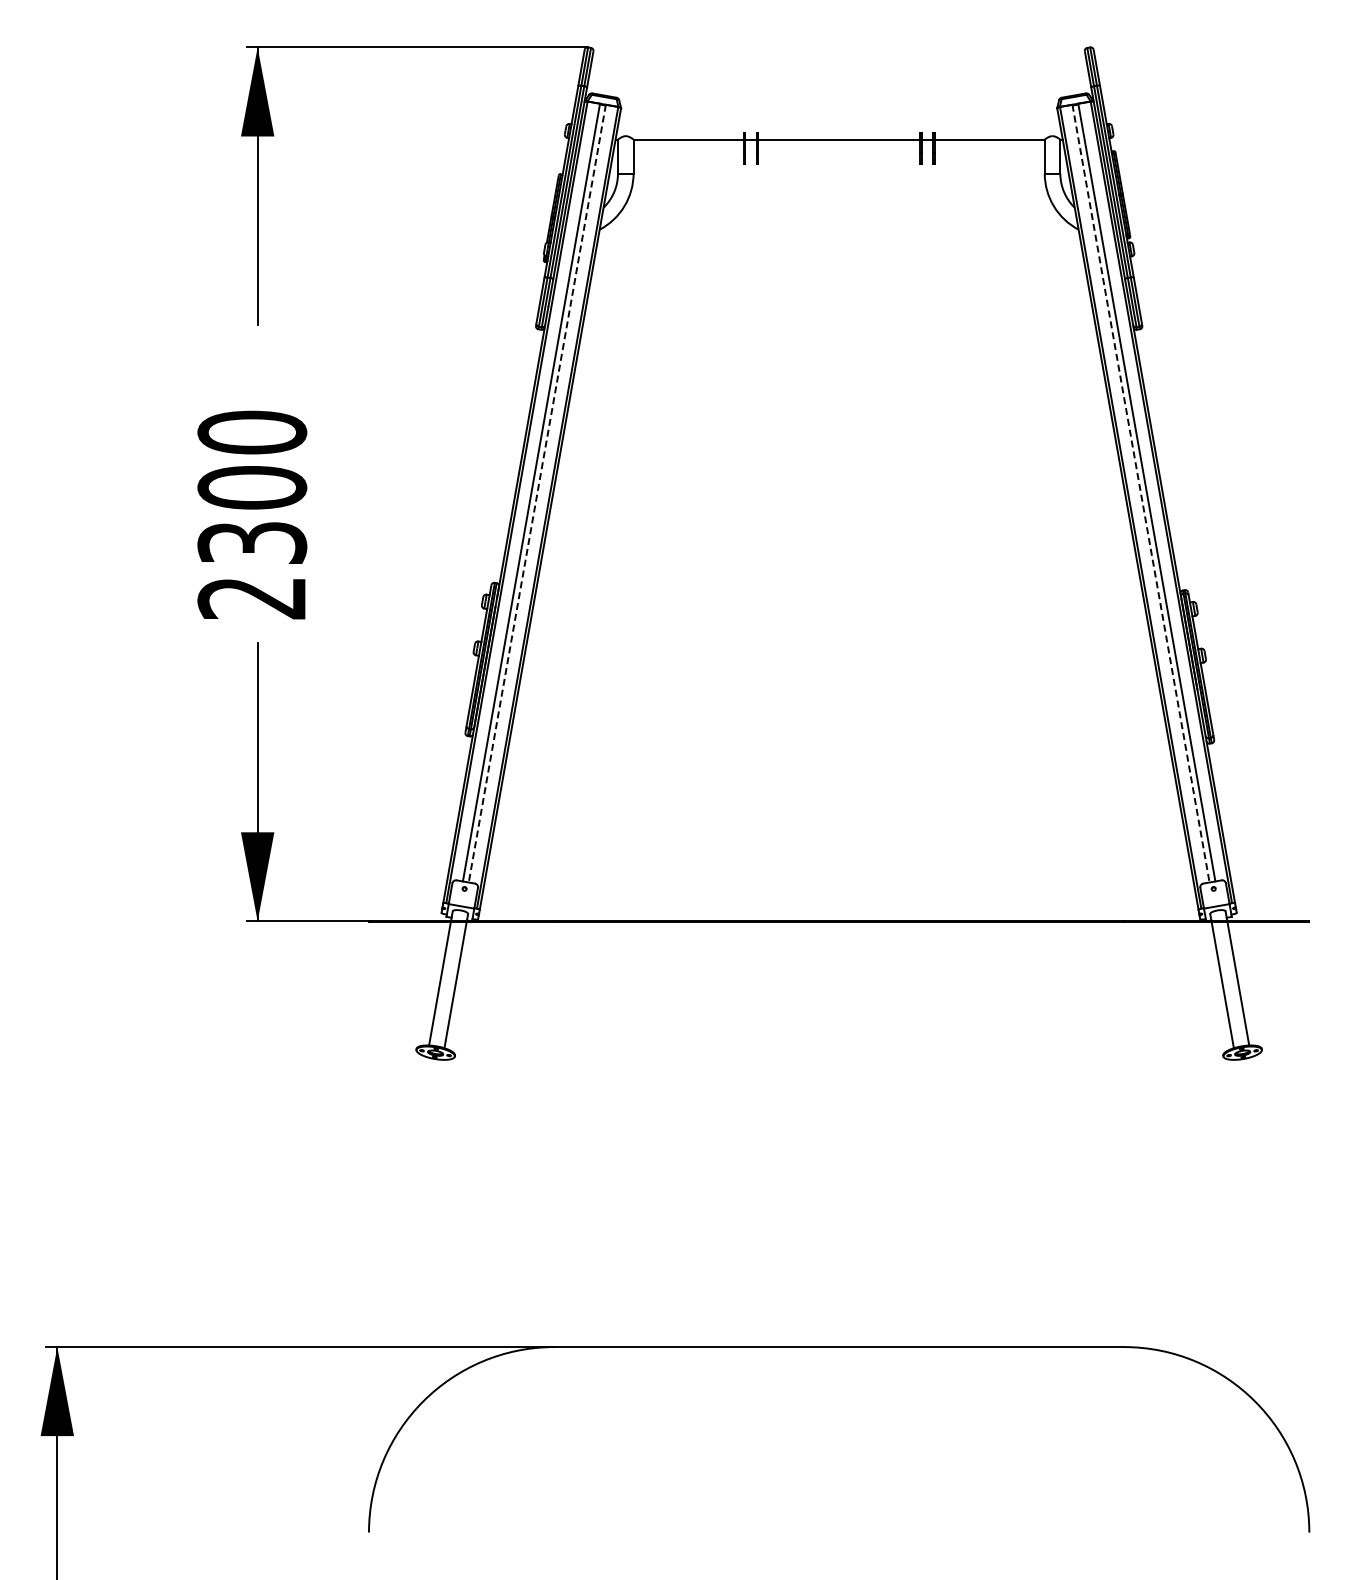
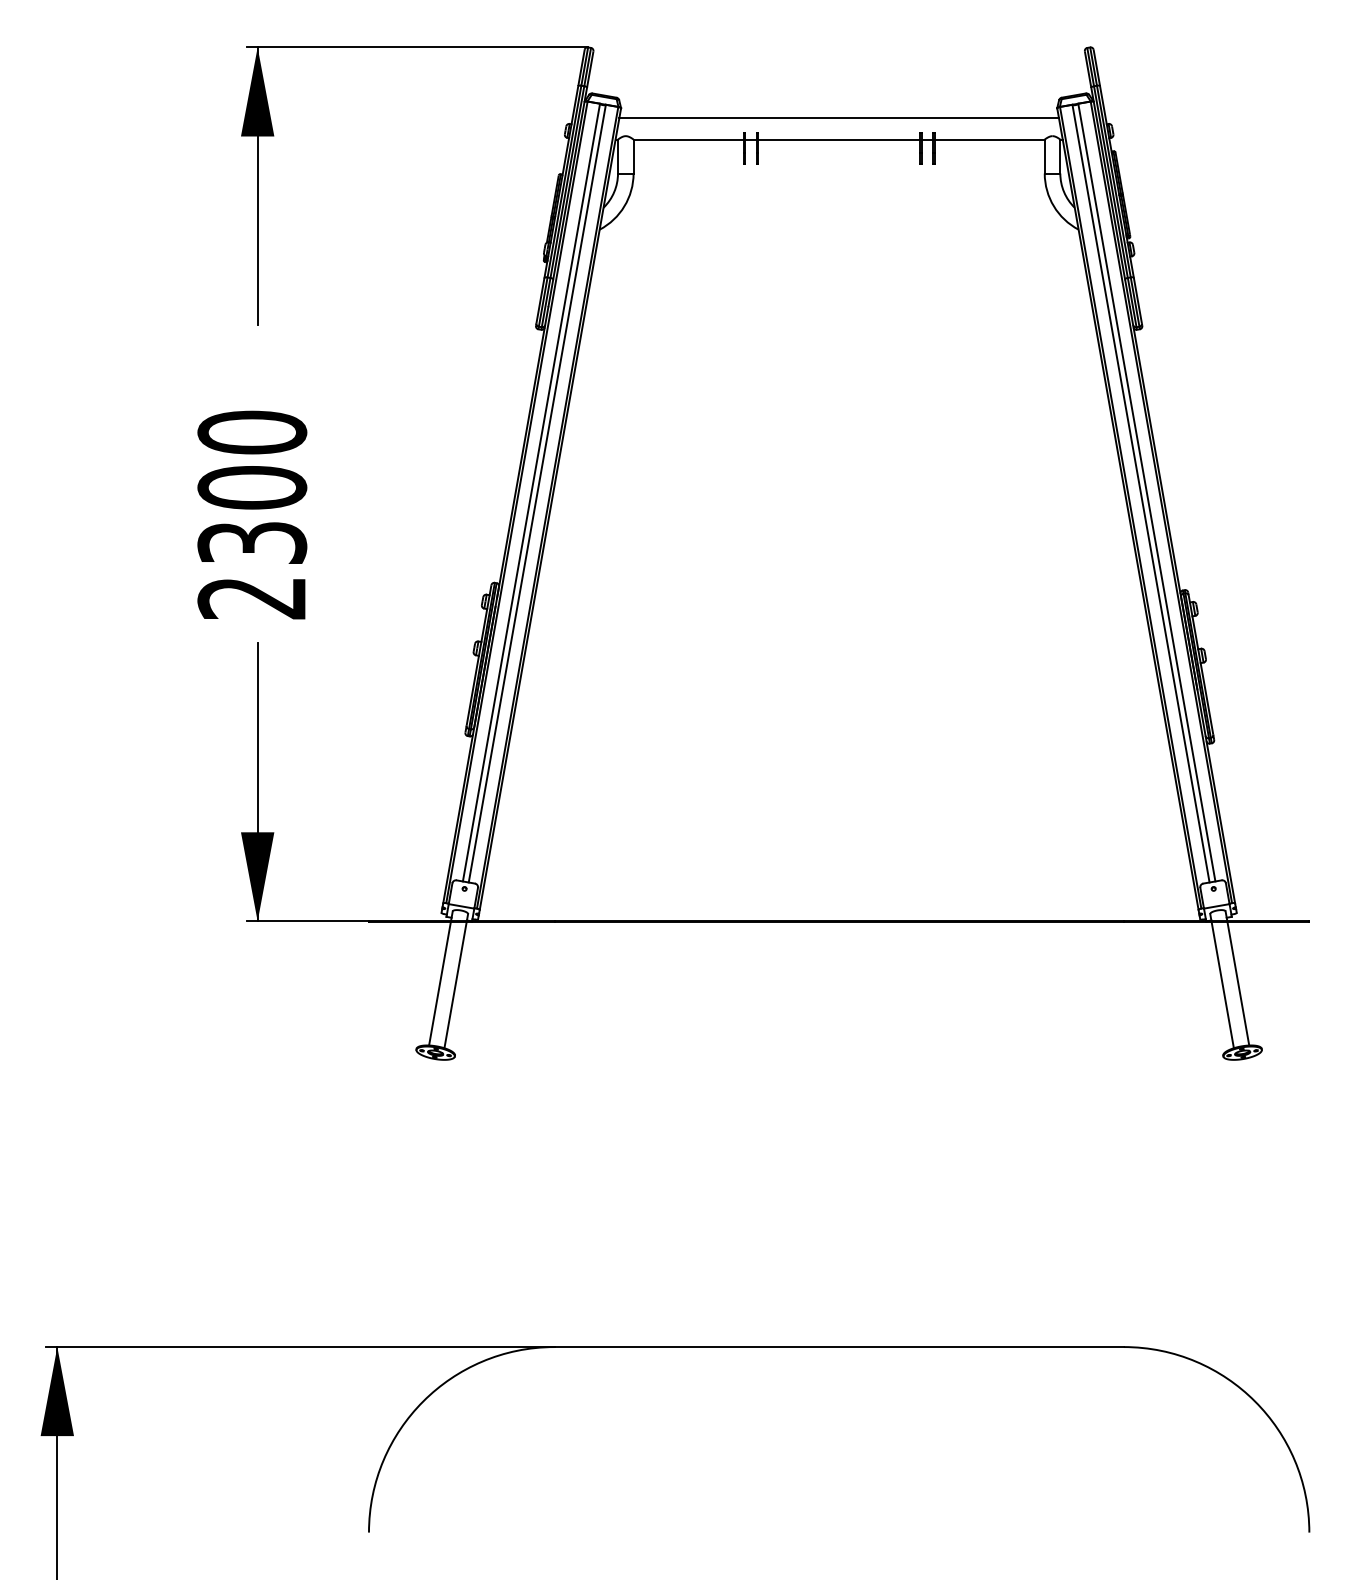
line at (839, 118): none -> present
line at (537, 493): dashed -> solid
line at (1141, 493): dashed -> solid
